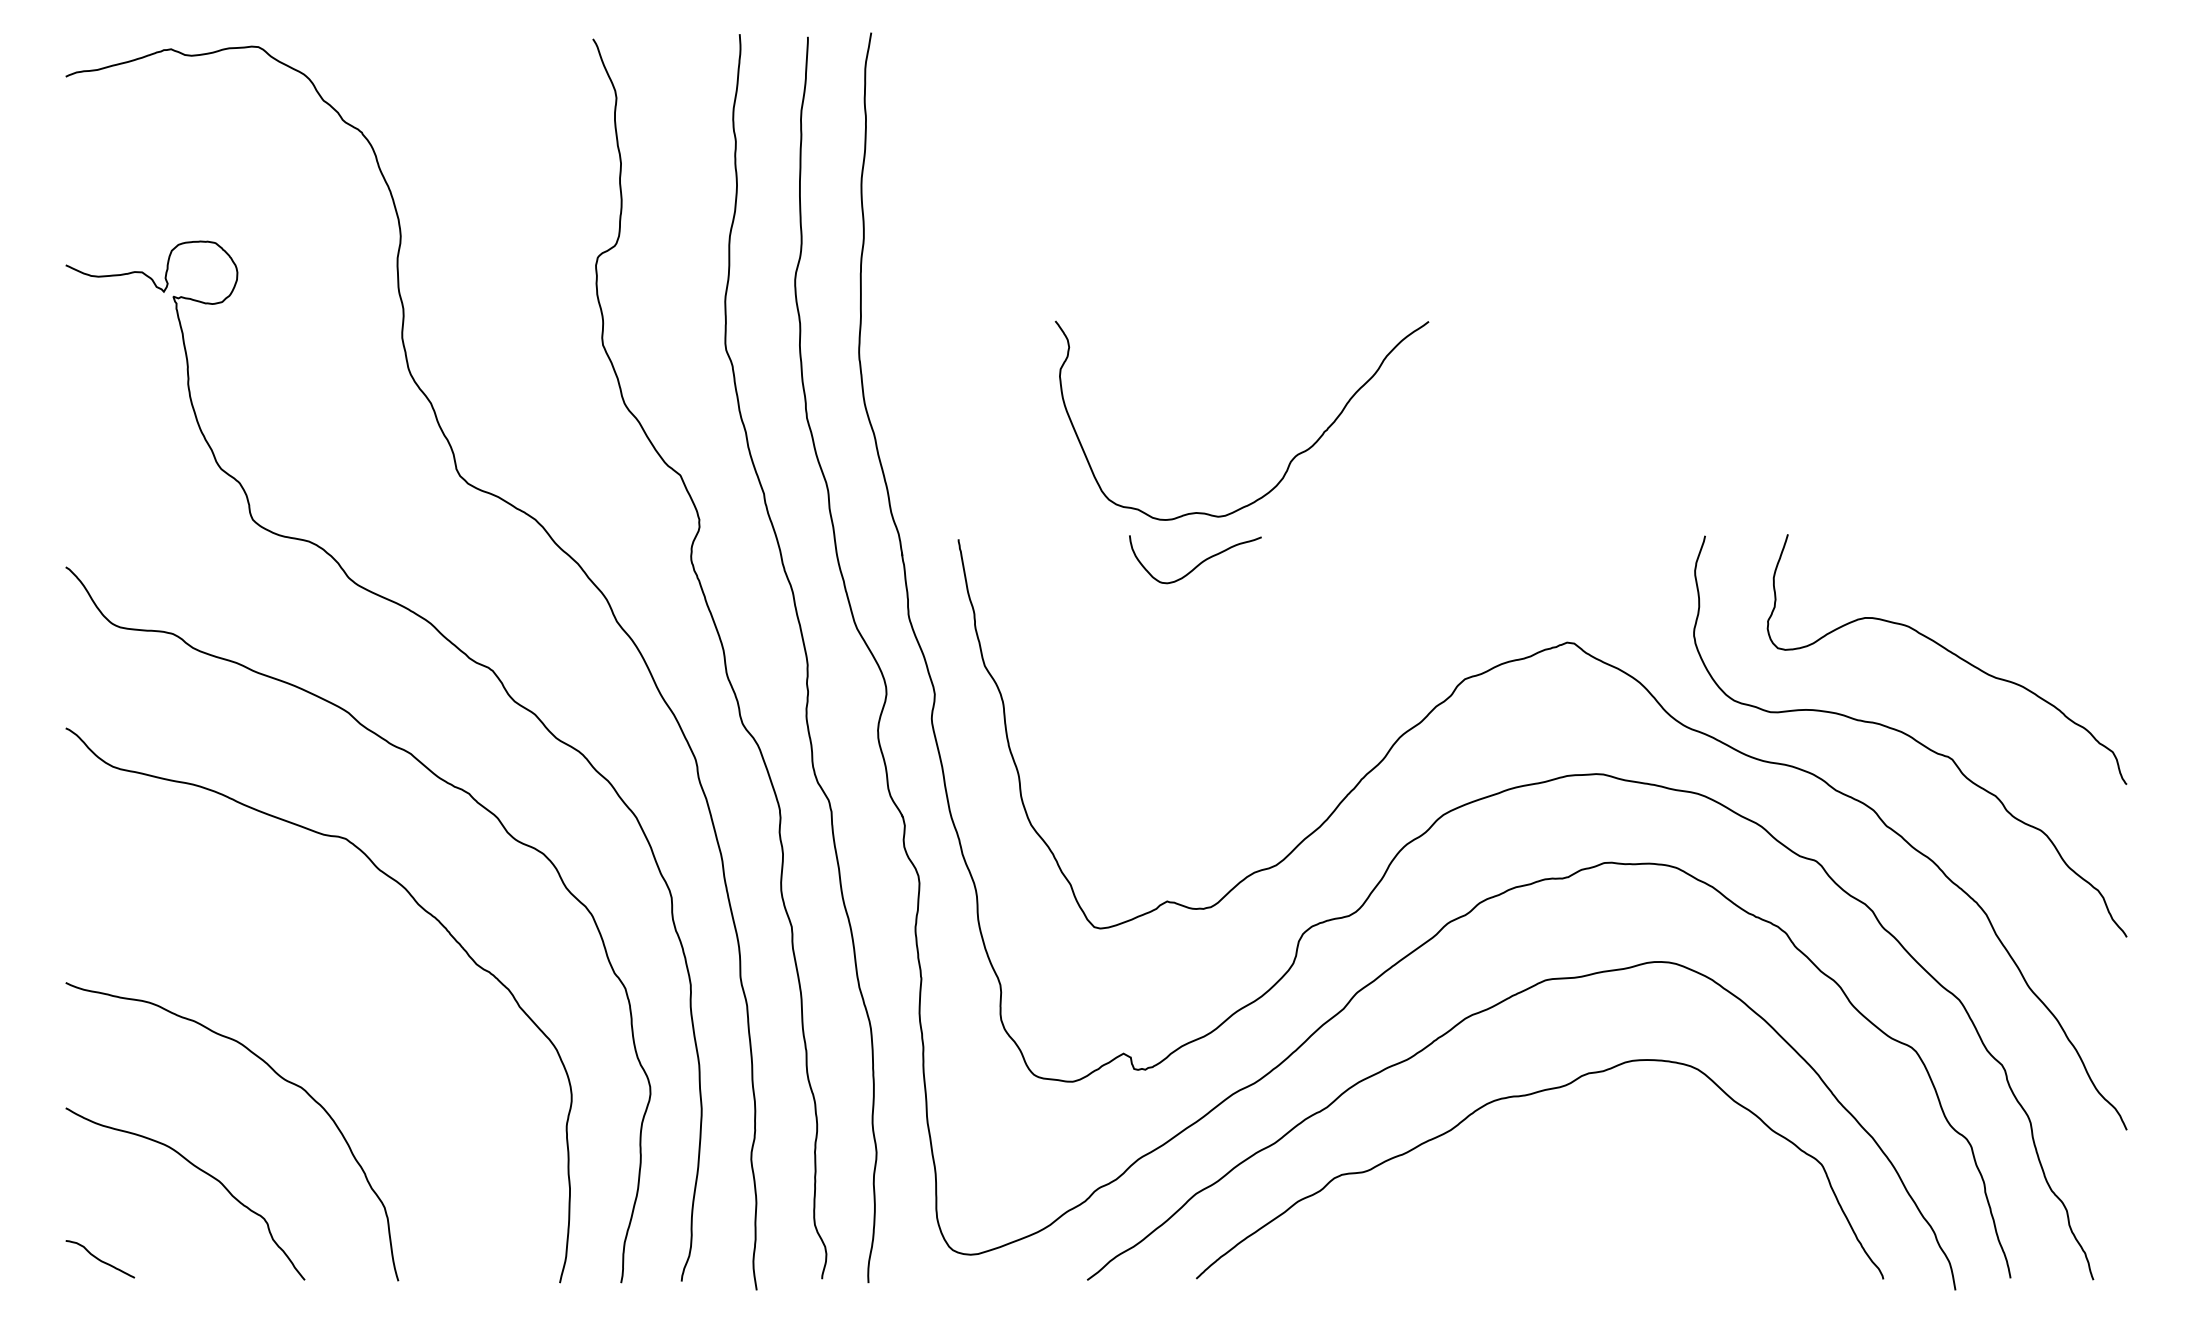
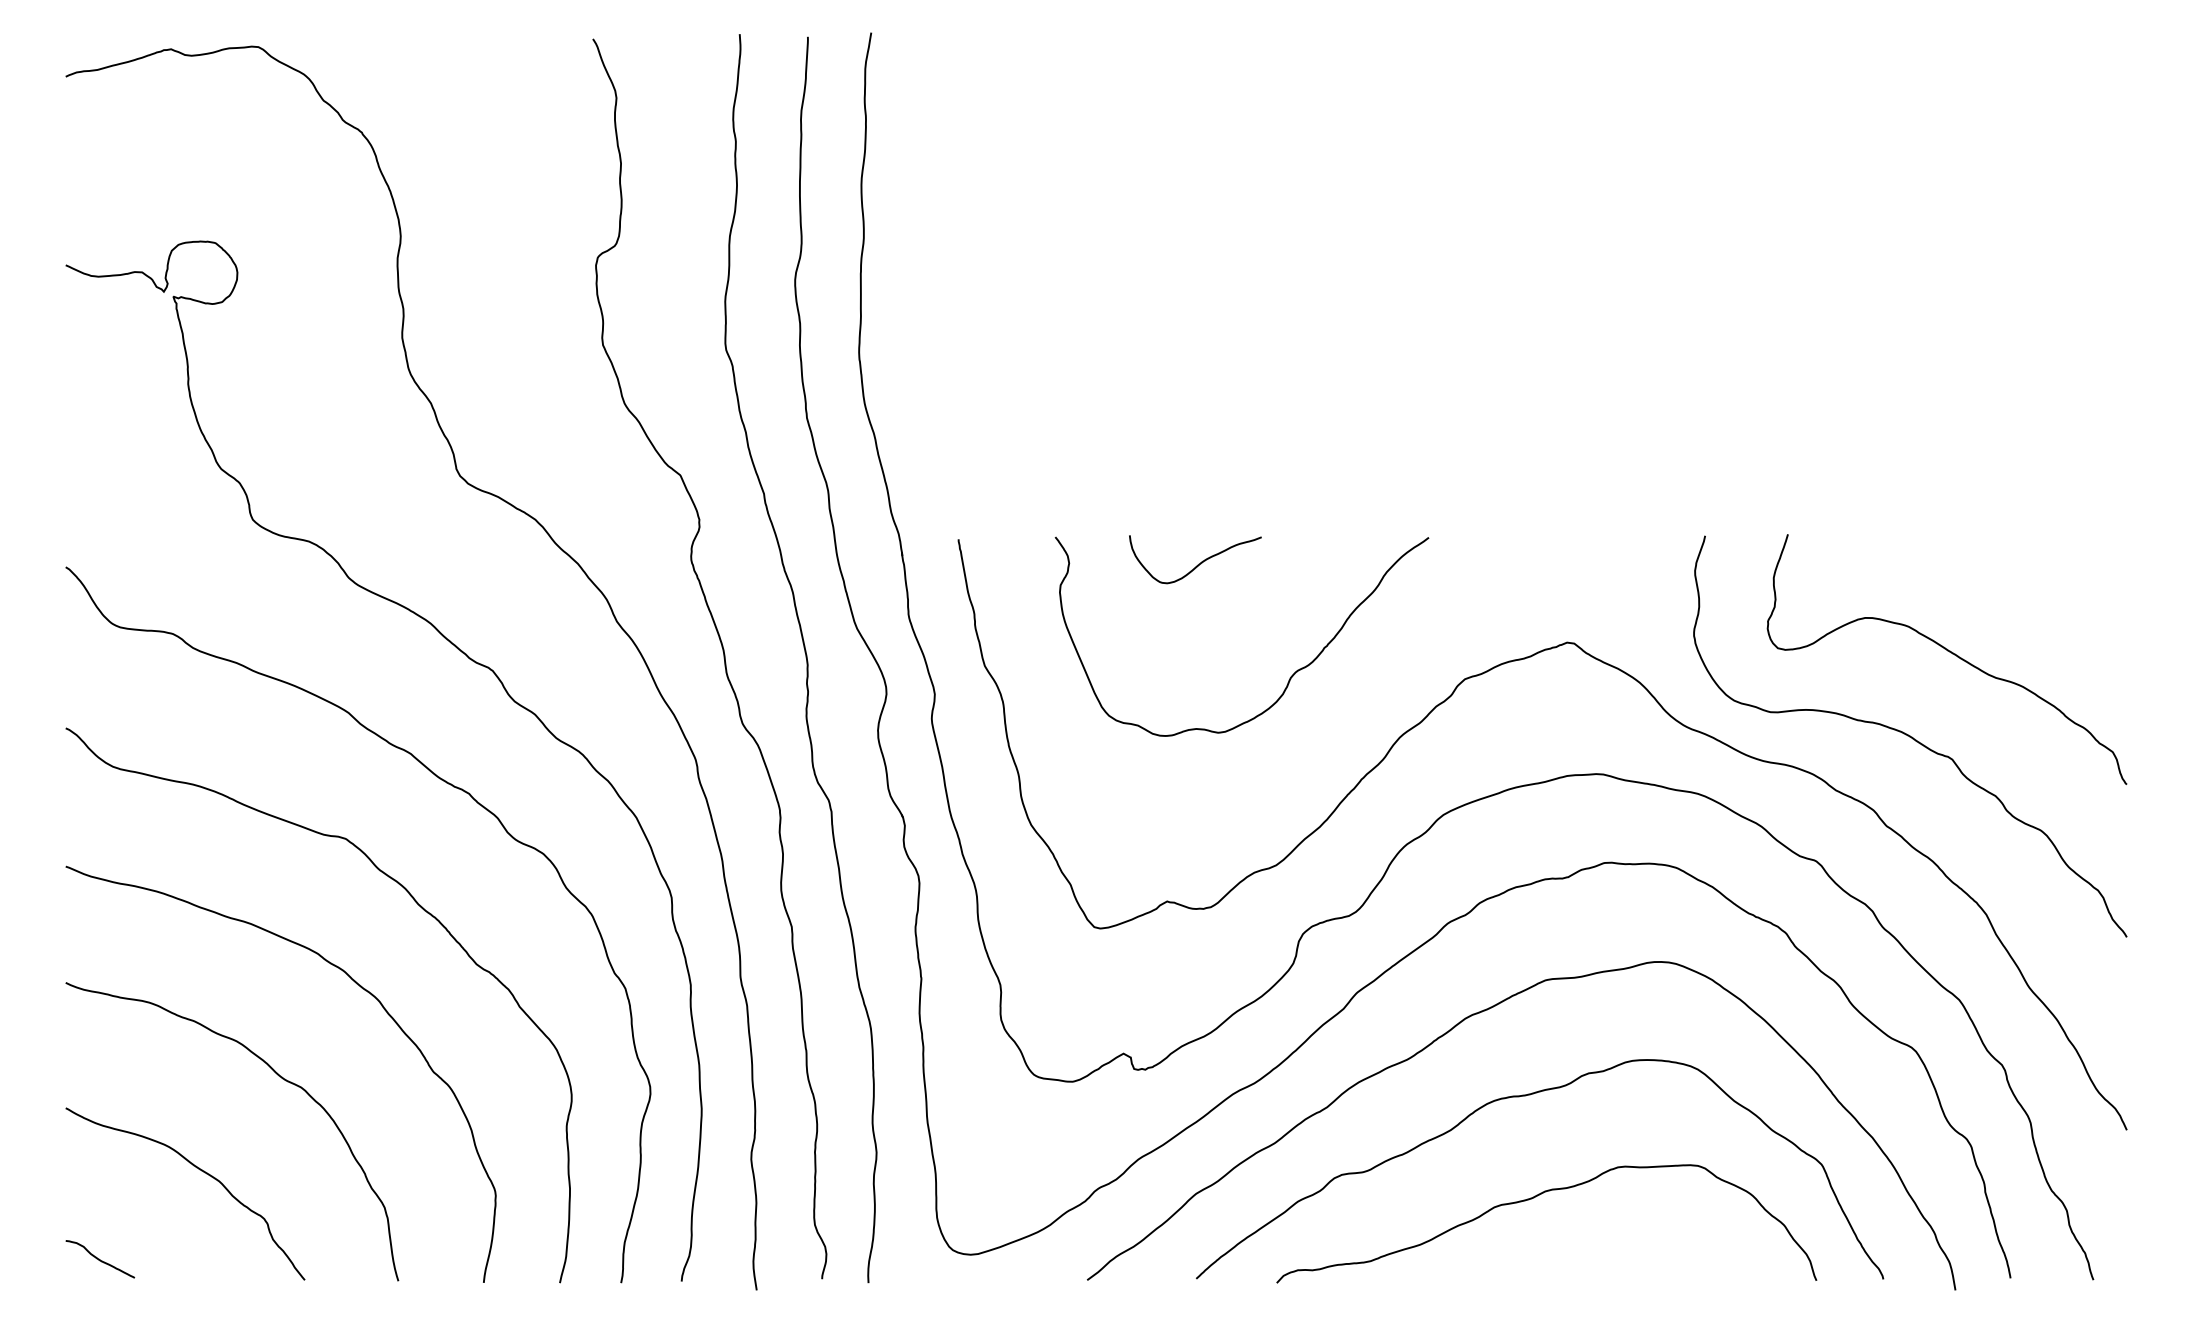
curve at (1290, 460) position: (1290, 460) -> (1290, 676)
curve at (356, 984): none -> present
curve at (1534, 1198): none -> present
